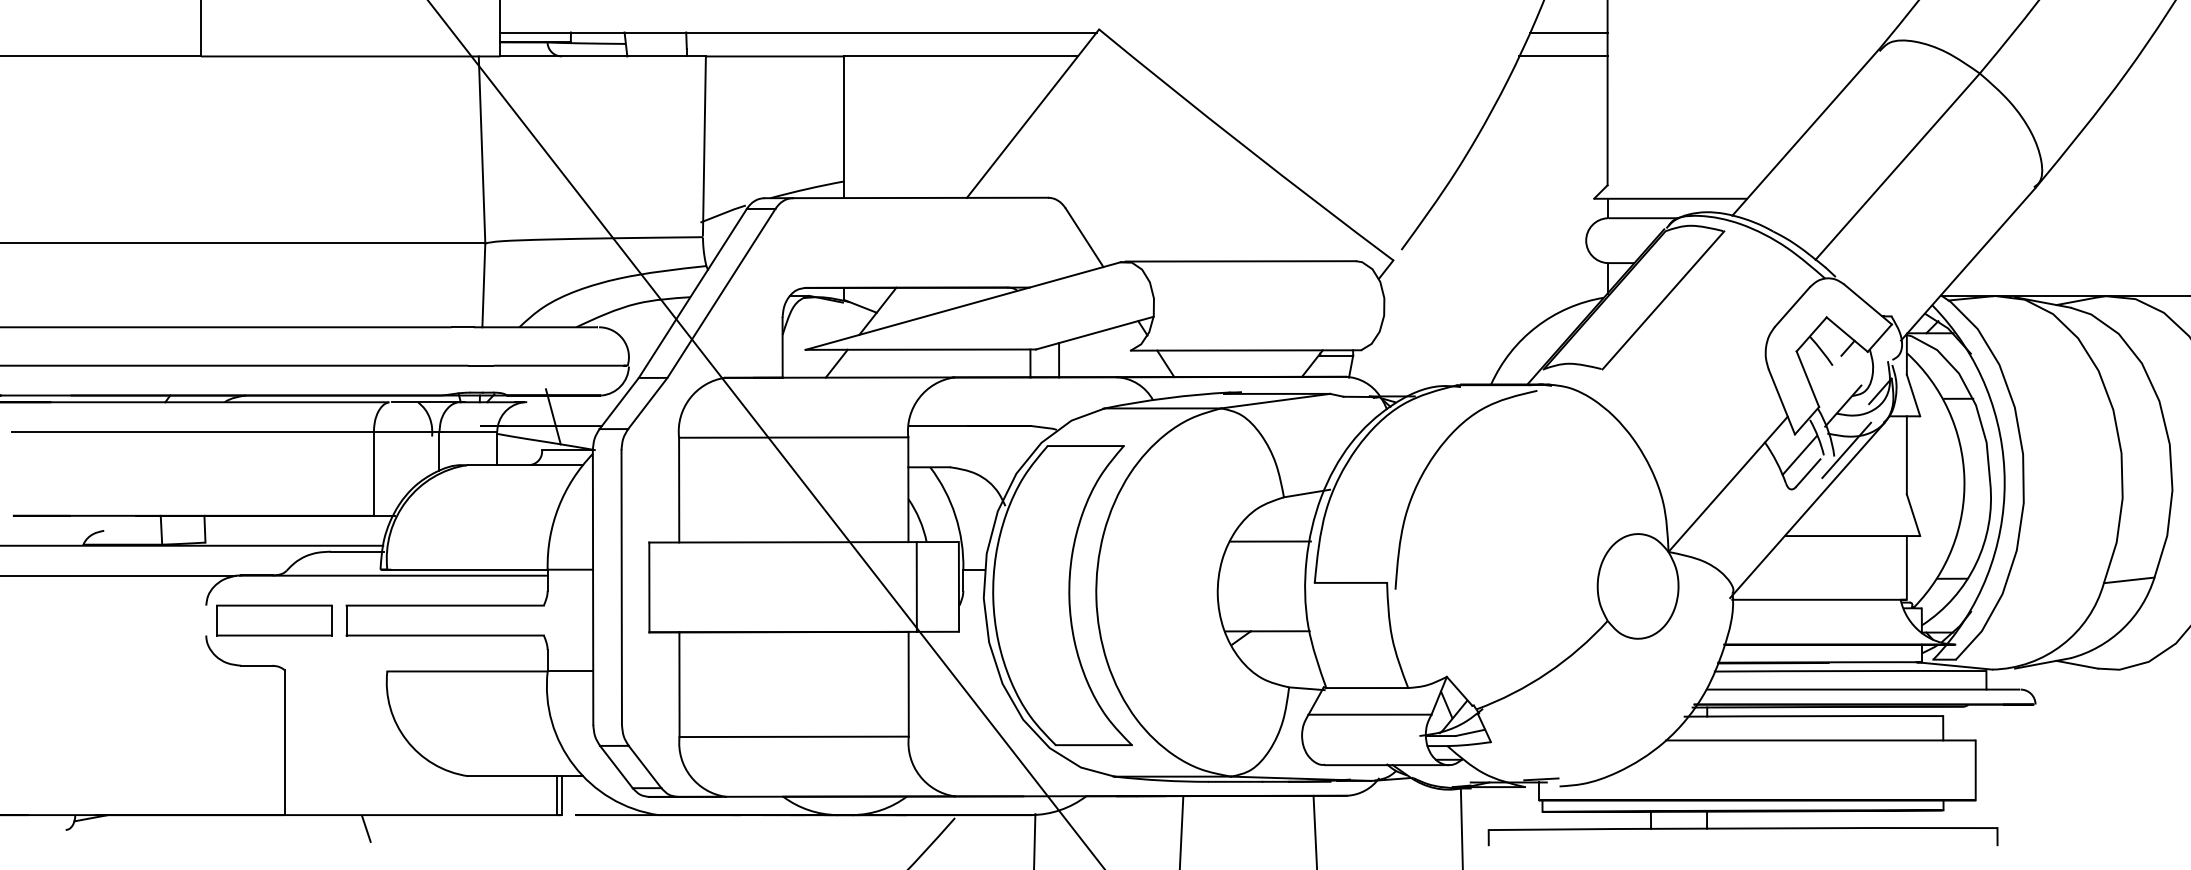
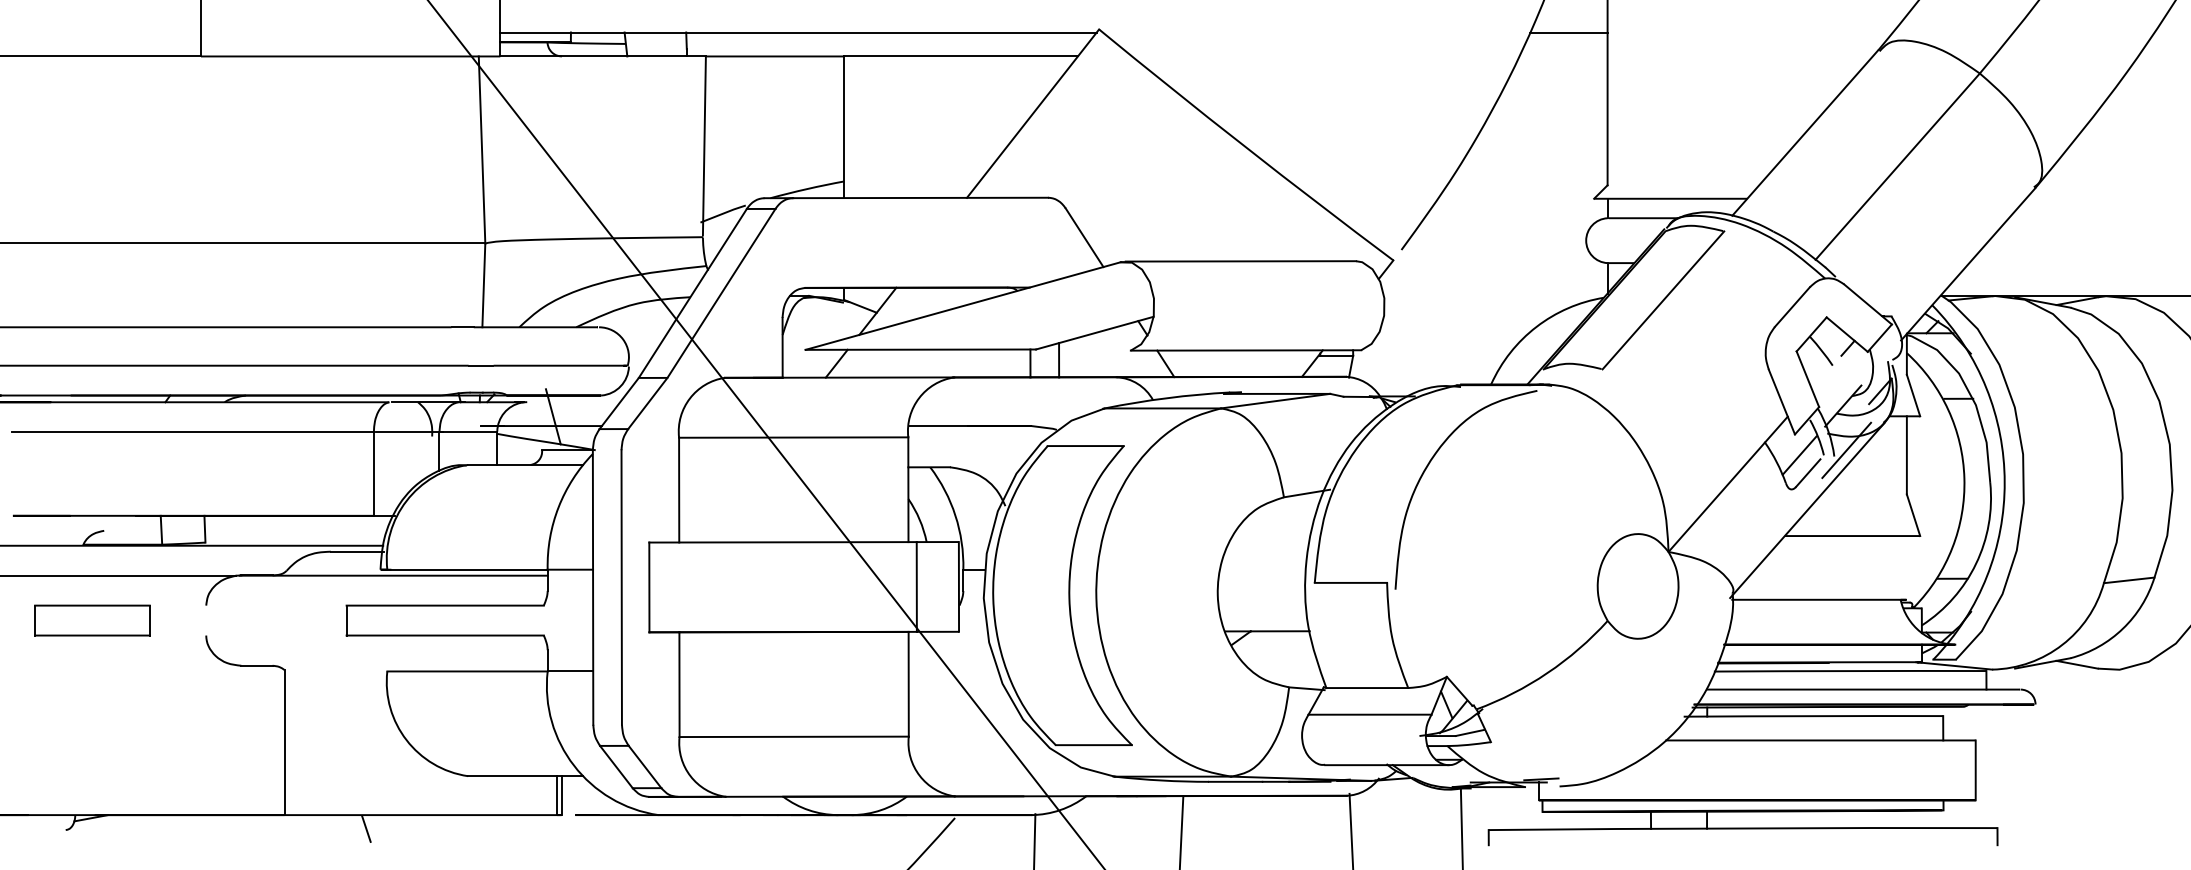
line at (1562, 56): present -> none
line at (1270, 541): present -> none
line at (1906, 567): present -> none
part at (274, 620) position: (274, 620) -> (92, 620)
line at (1314, 830) position: (1314, 830) -> (1351, 829)
